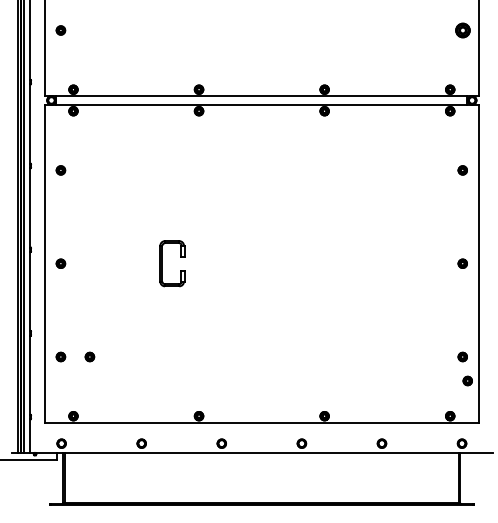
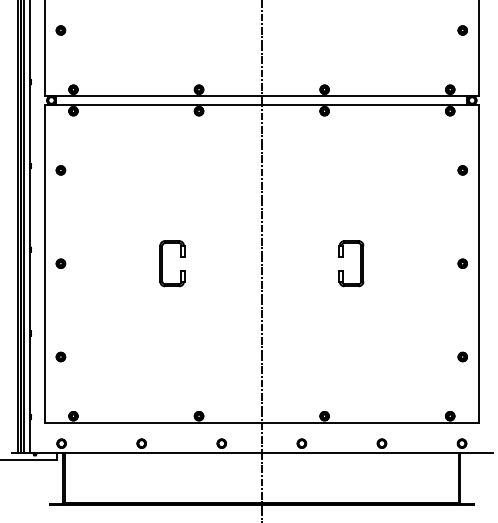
part at (462, 30) size: 16x17 px -> 11x11 px
line at (261, 260): none -> present
part at (360, 263): none -> present
part at (89, 356): present -> none
part at (467, 380): present -> none
